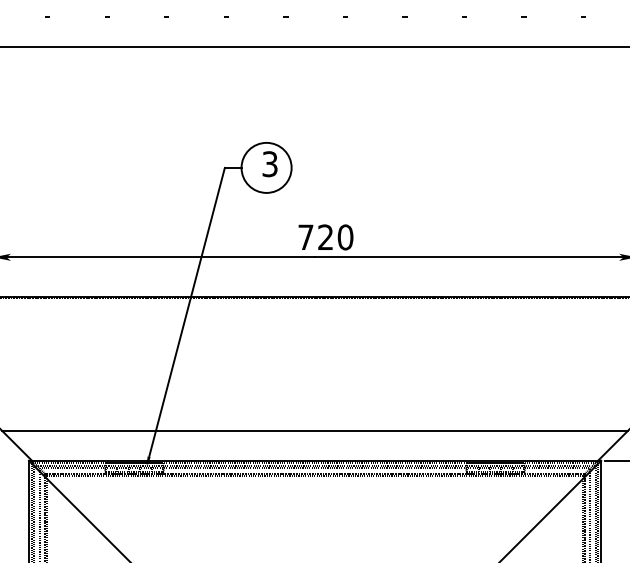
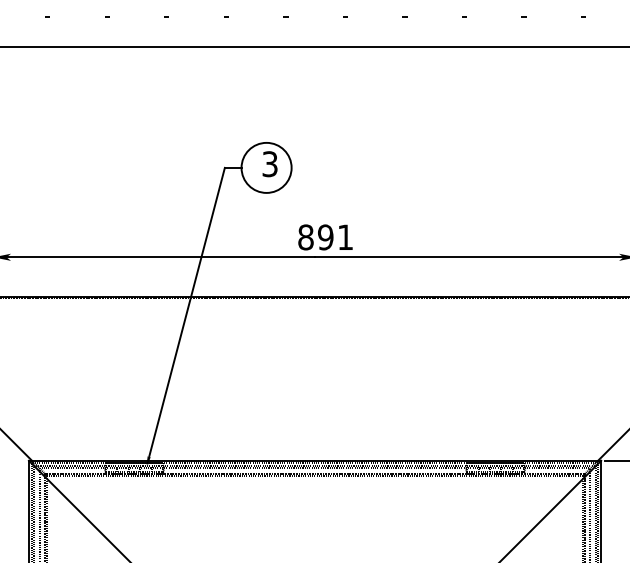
text at (325, 237): 720 -> 891
line at (314, 430): present -> none
